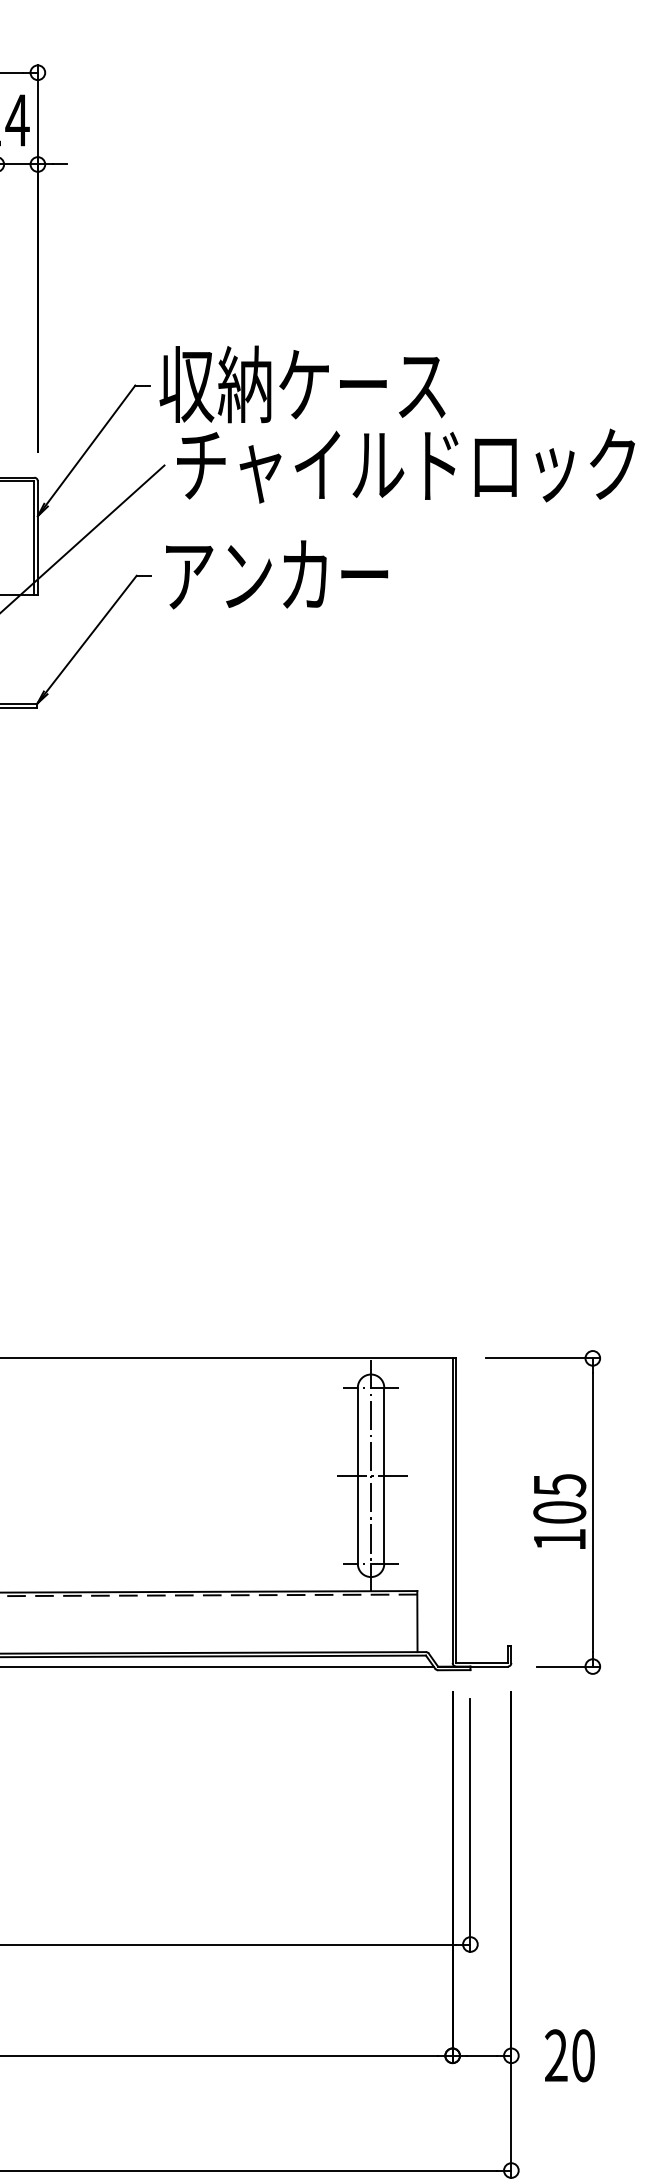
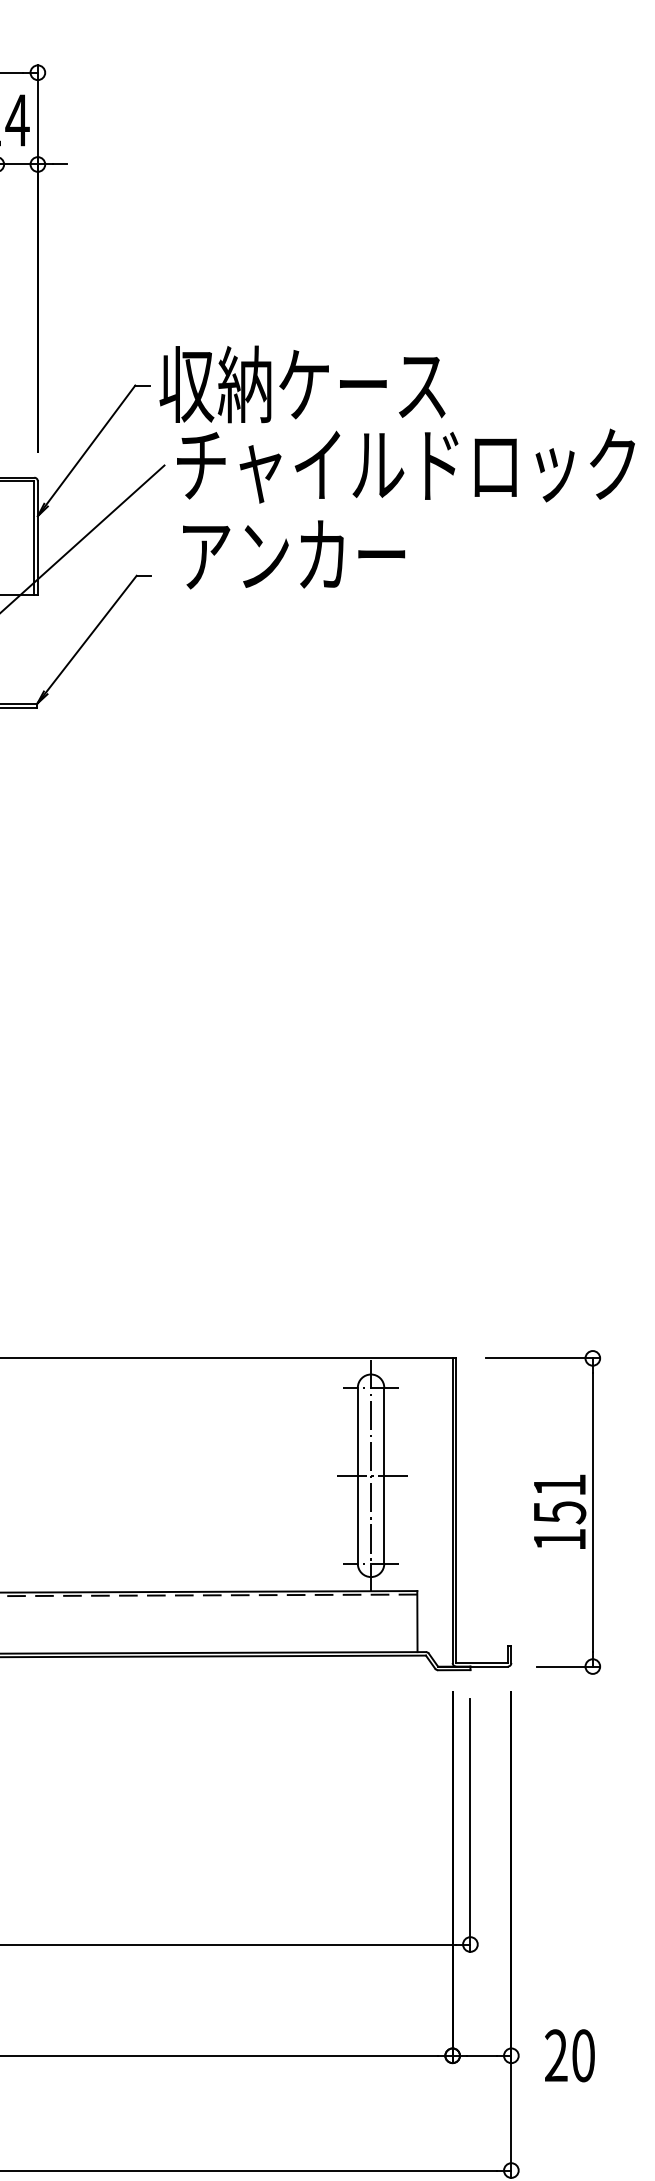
text at (277, 574) position: (277, 574) -> (294, 554)
text at (559, 1499): 105 -> 151
line at (217, 1666): present -> none
